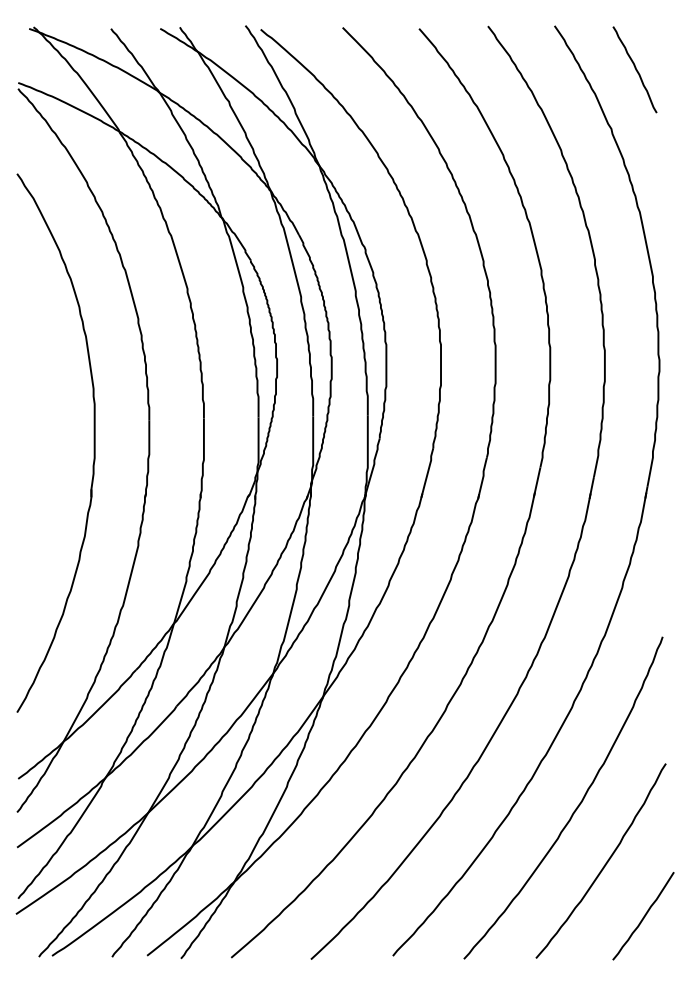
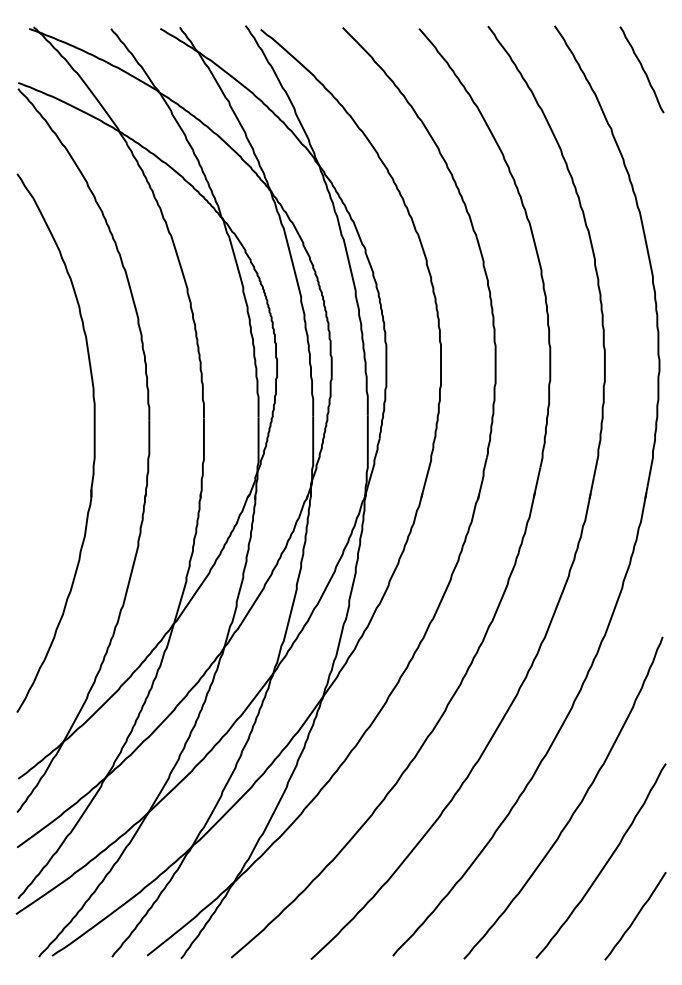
curve at (634, 68) position: (634, 68) -> (641, 68)
curve at (643, 916) position: (643, 916) -> (635, 916)
